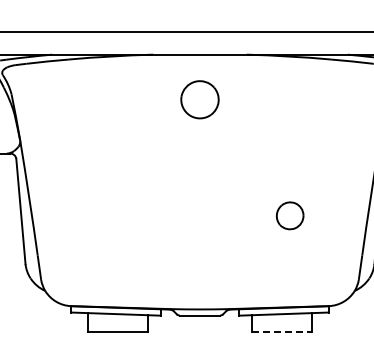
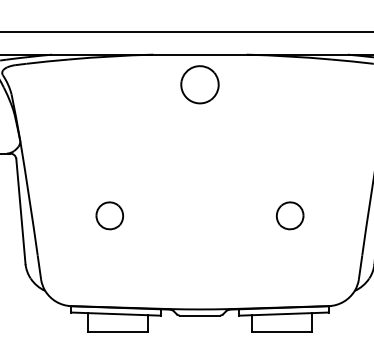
part at (199, 99) position: (199, 99) -> (199, 84)
part at (109, 215): none -> present
line at (282, 331): dashed -> solid
